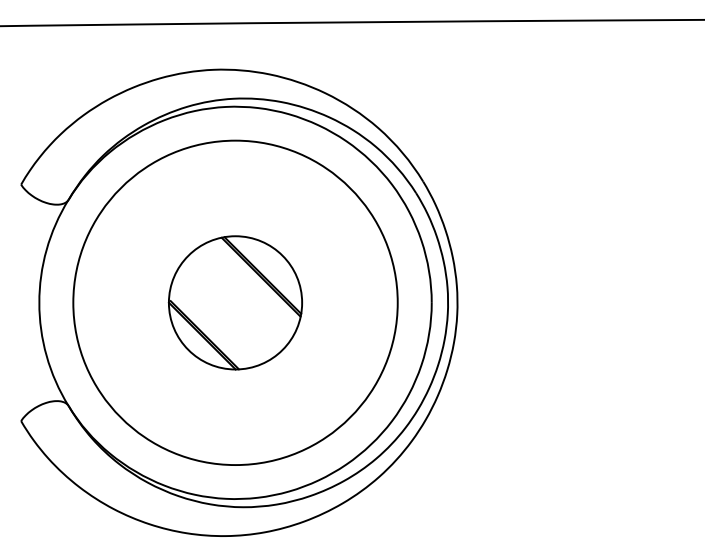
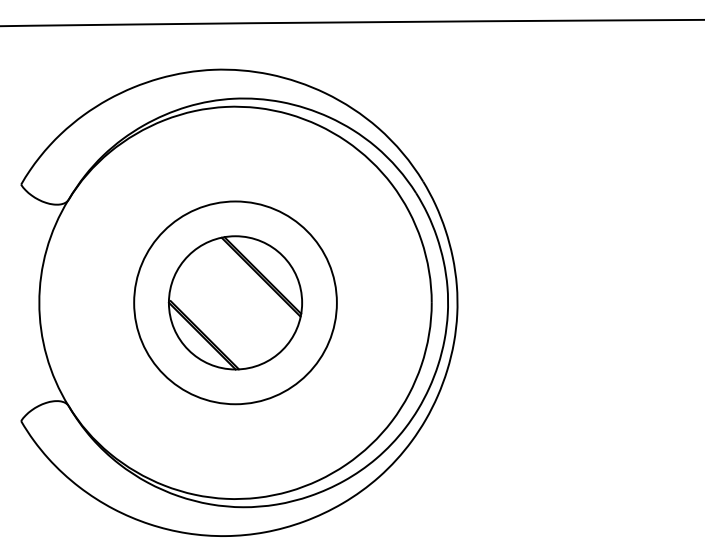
circle at (235, 302) diameter: 324 px -> 203 px
